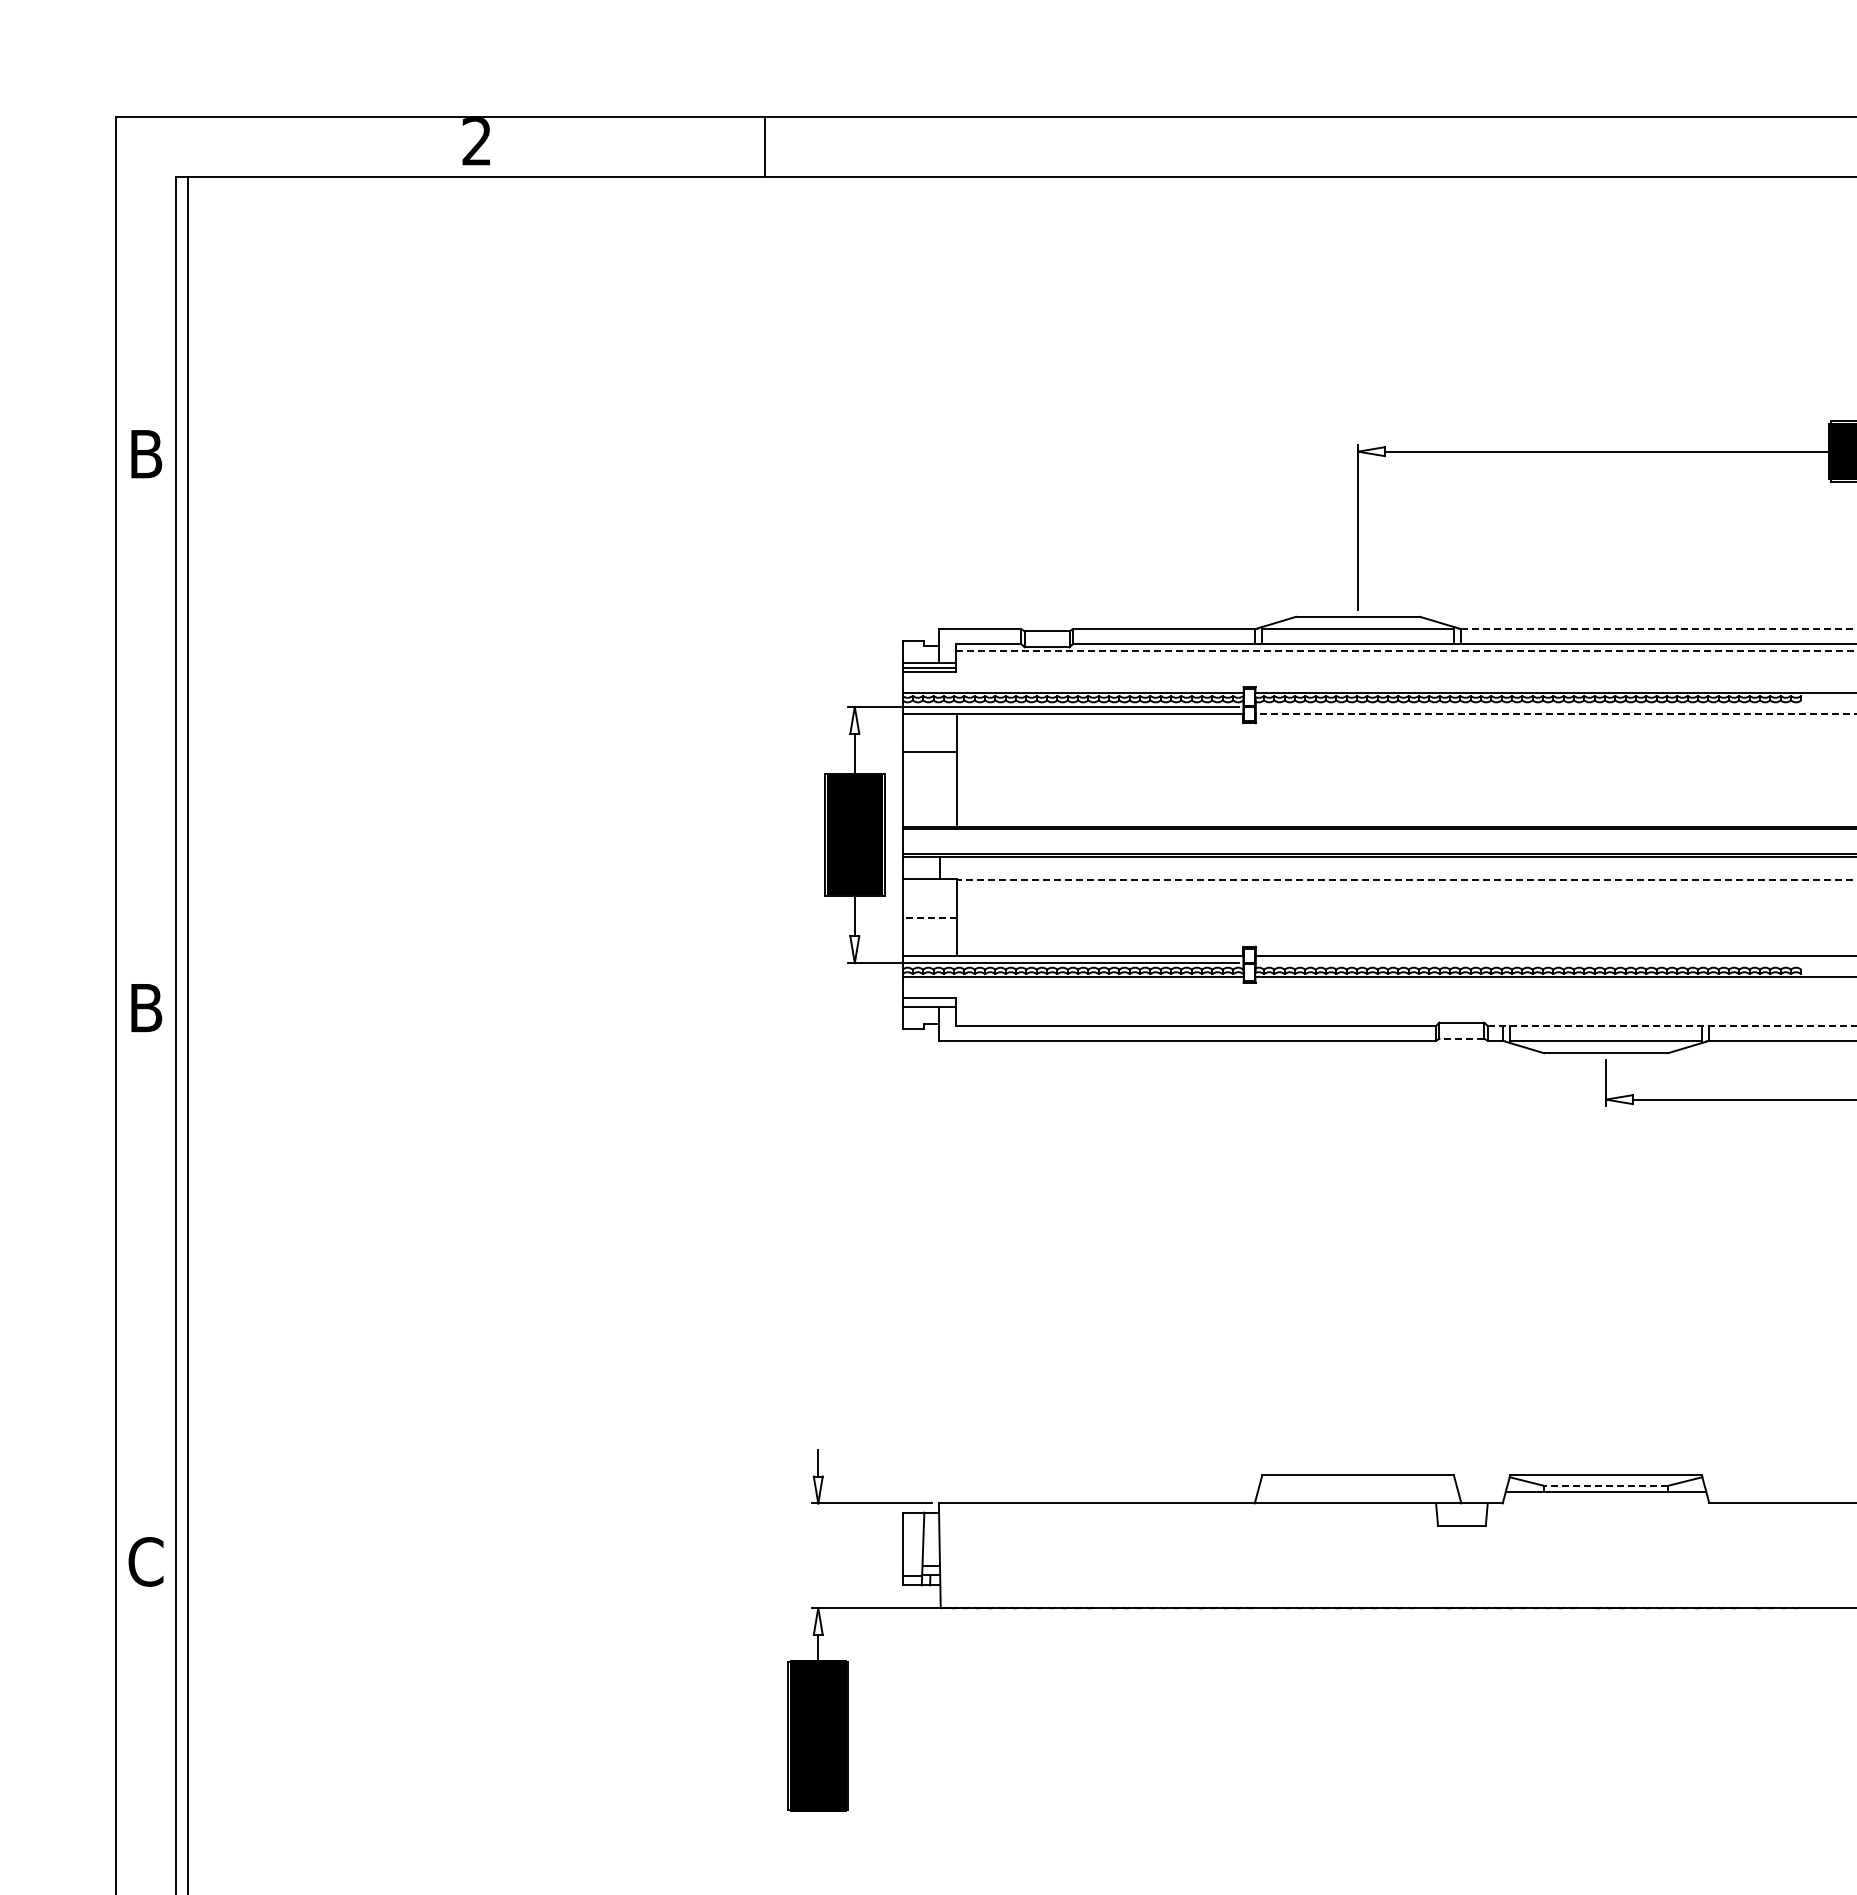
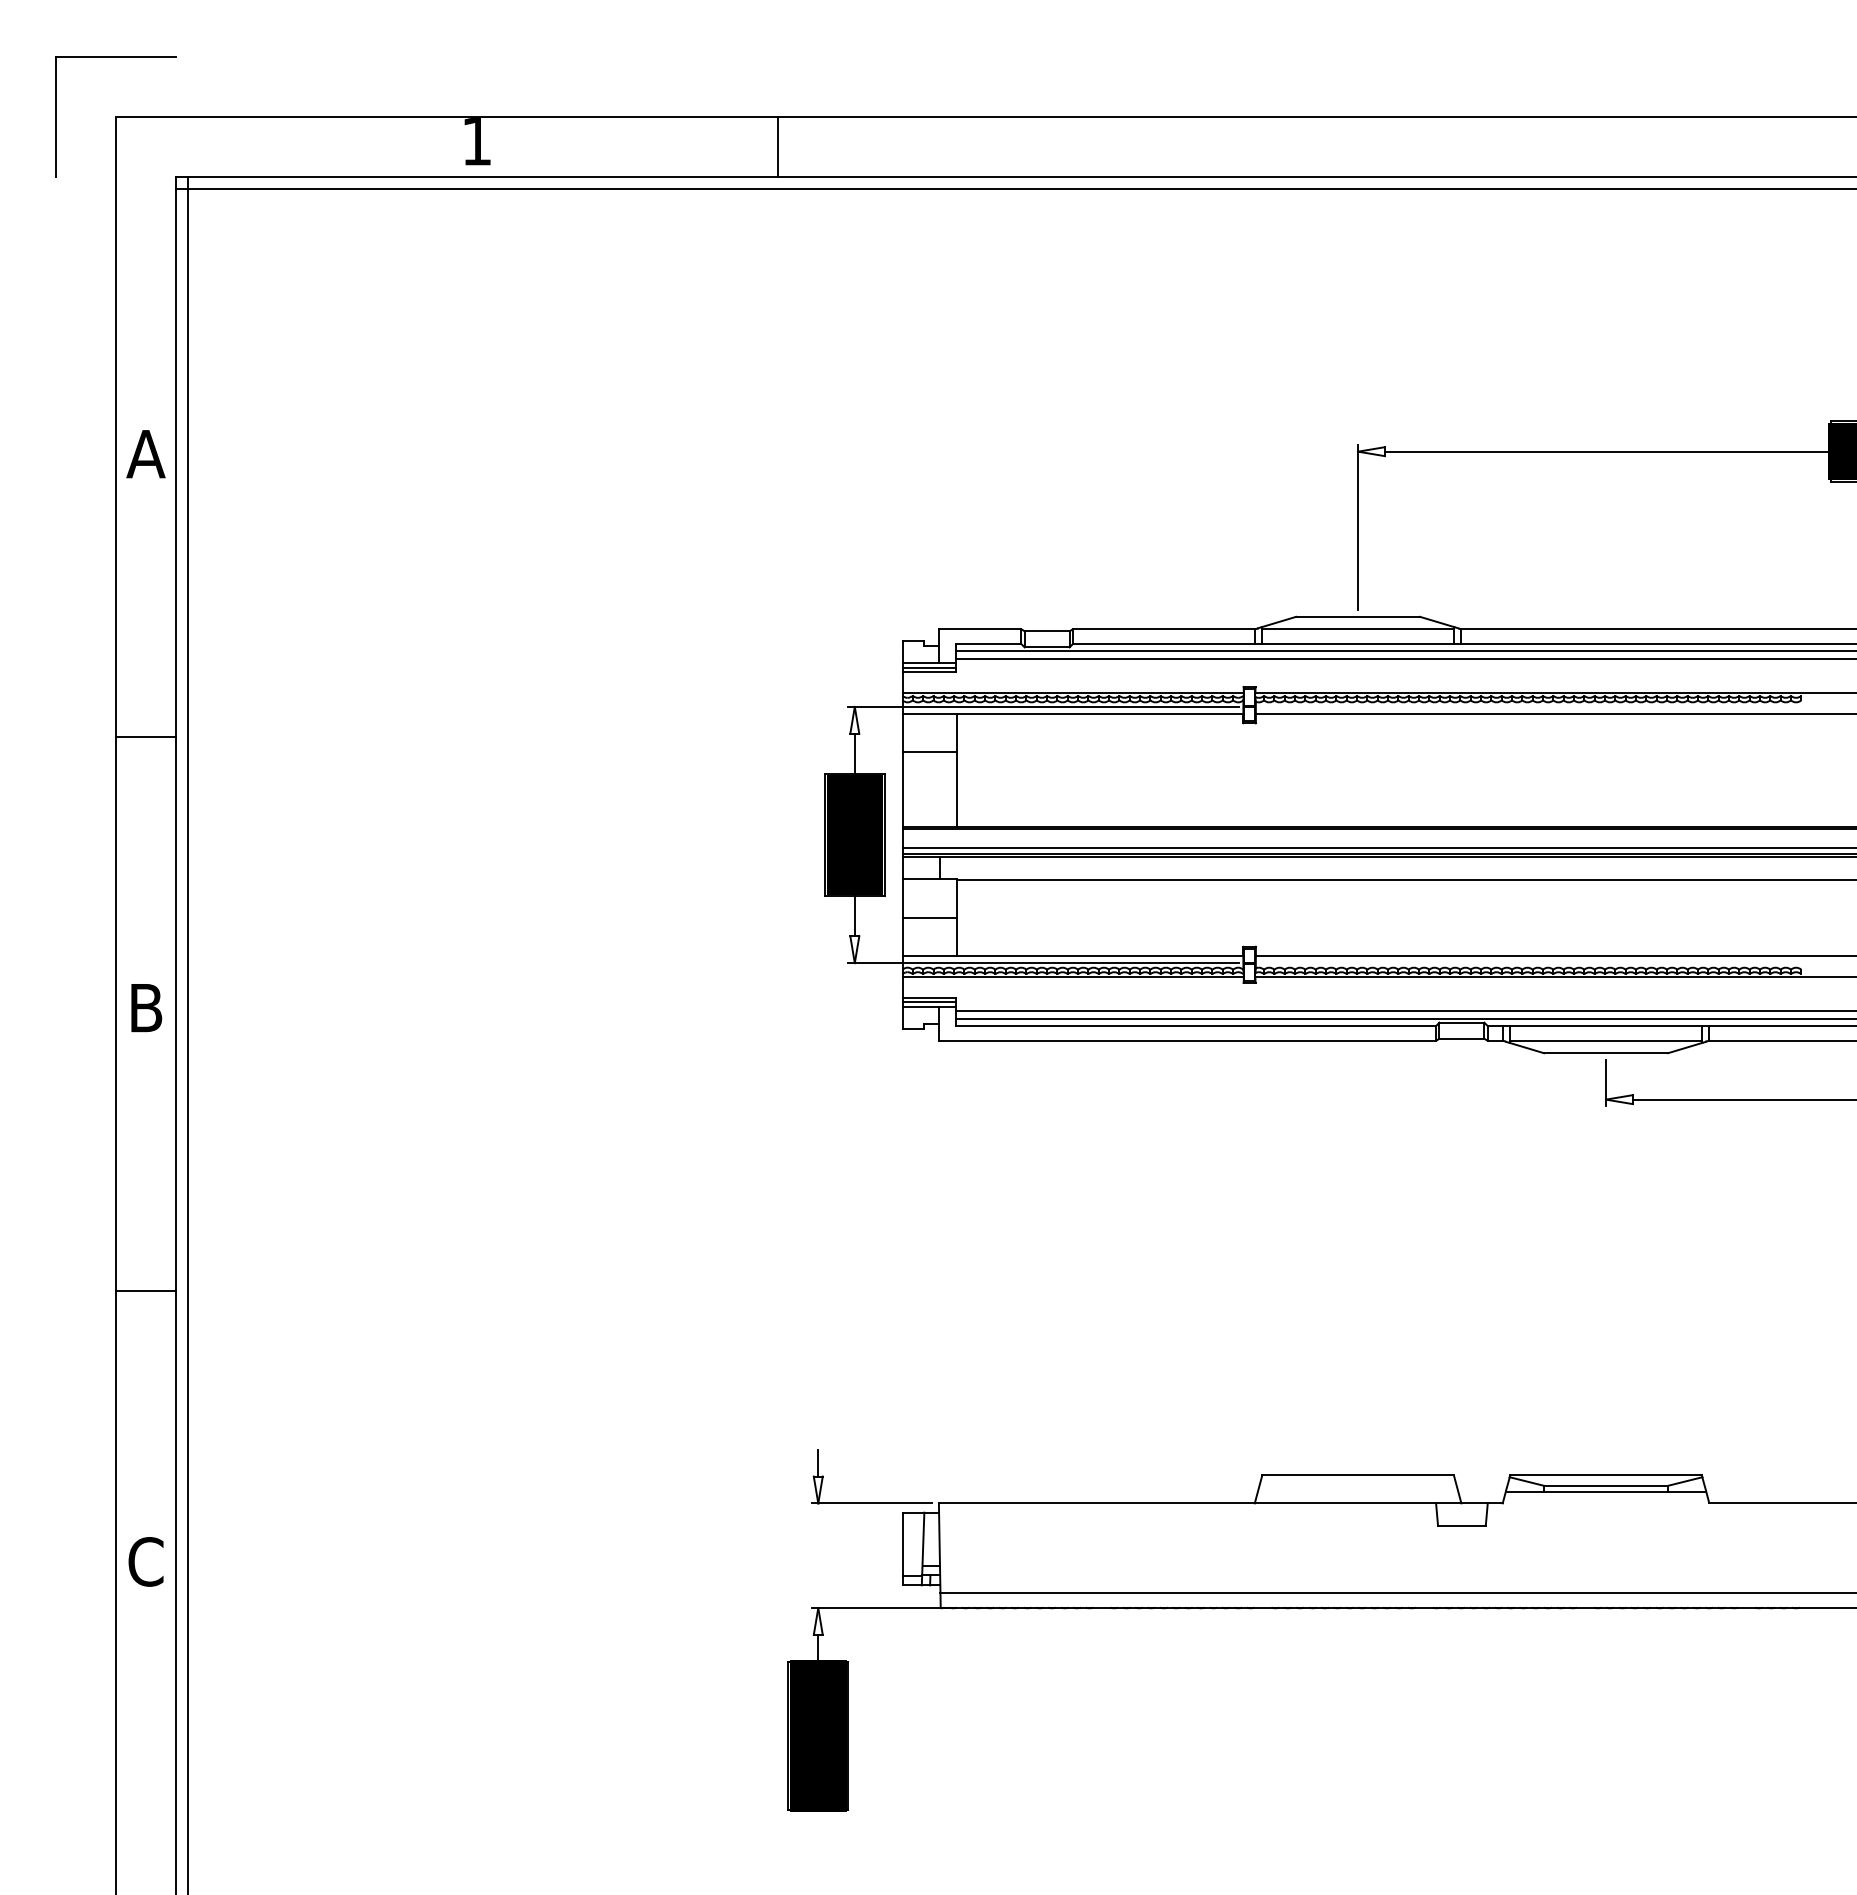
part at (115, 57): none -> present
text at (476, 141): 2 -> 1
line at (765, 147) position: (765, 147) -> (778, 147)
line at (1014, 189): none -> present
text at (145, 454): B -> A
line at (1659, 629): dashed -> solid
line at (1407, 651): dashed -> solid
line at (1404, 659): none -> present
line at (1555, 713): dashed -> solid
line at (145, 737): none -> present
line at (1377, 848): none -> present
line at (1407, 880): dashed -> solid
line at (929, 918): dashed -> solid
line at (929, 1001): none -> present
line at (1404, 1010): none -> present
line at (1404, 1018): none -> present
line at (1672, 1026): dashed -> solid
line at (1461, 1038): dashed -> solid
line at (145, 1291): none -> present
line at (1606, 1485): dashed -> solid
line at (1396, 1593): none -> present
